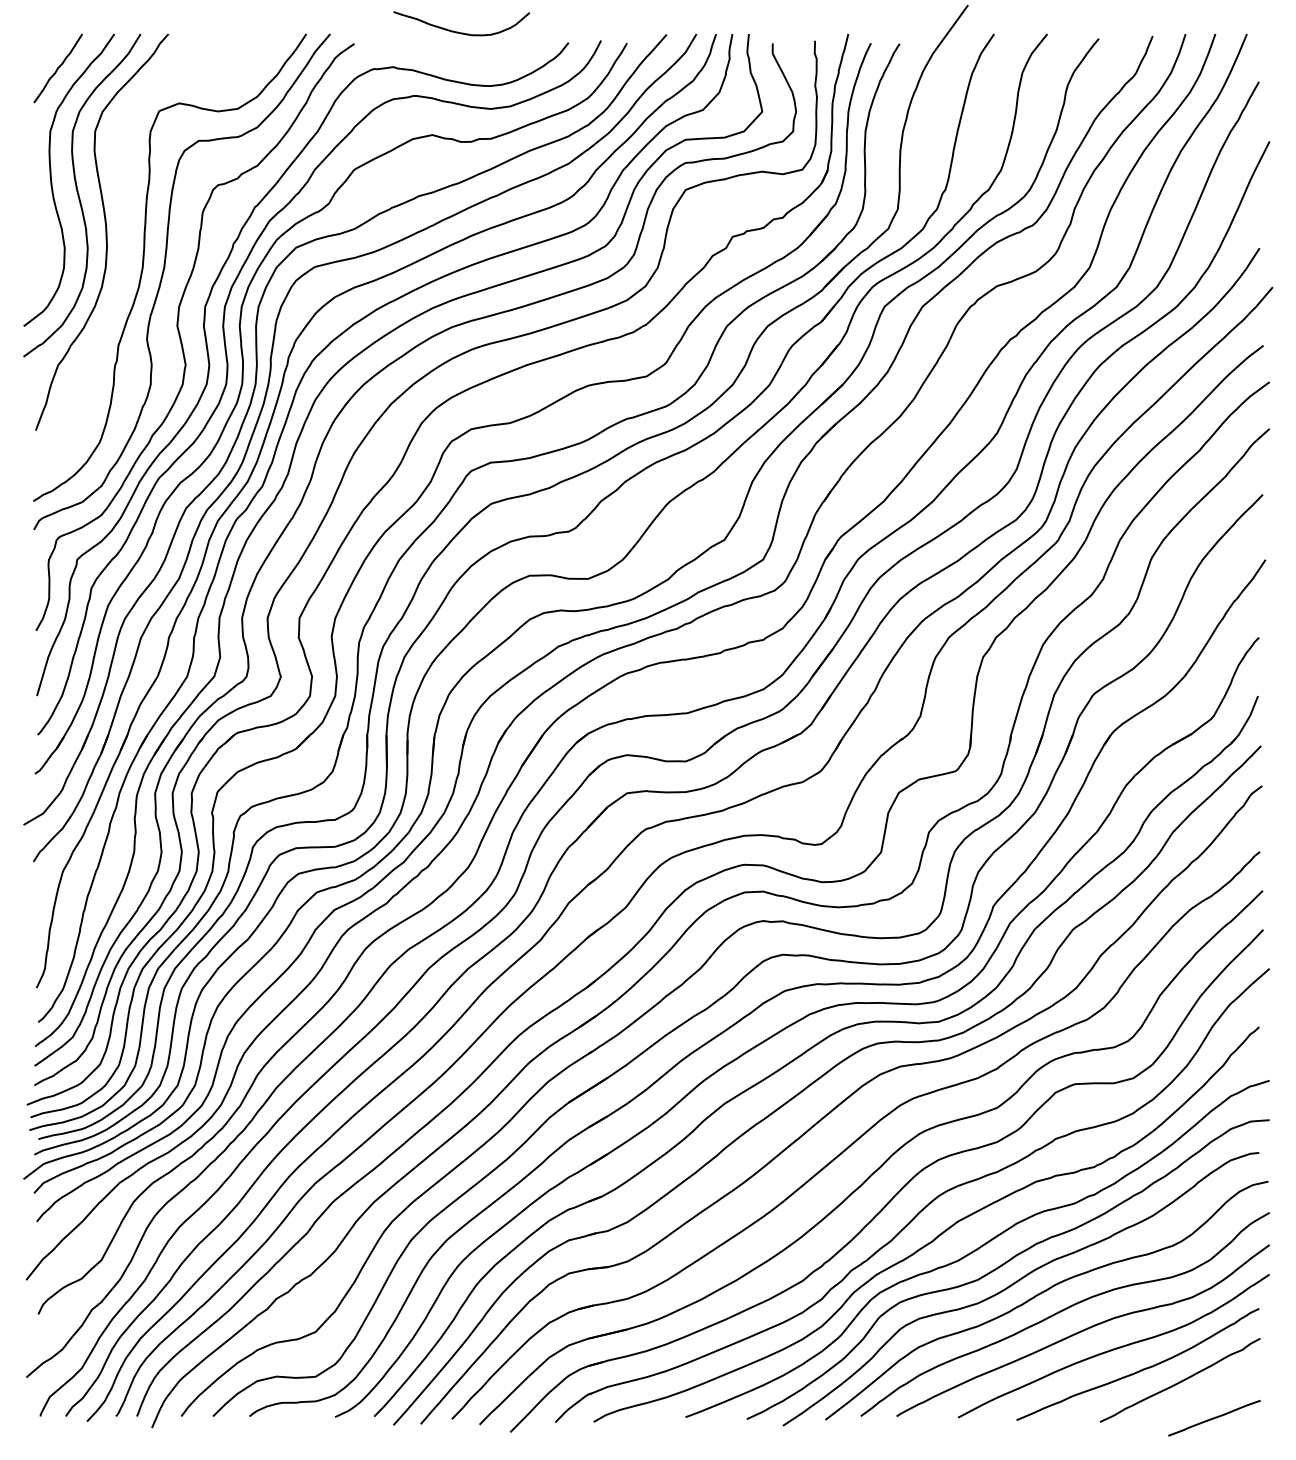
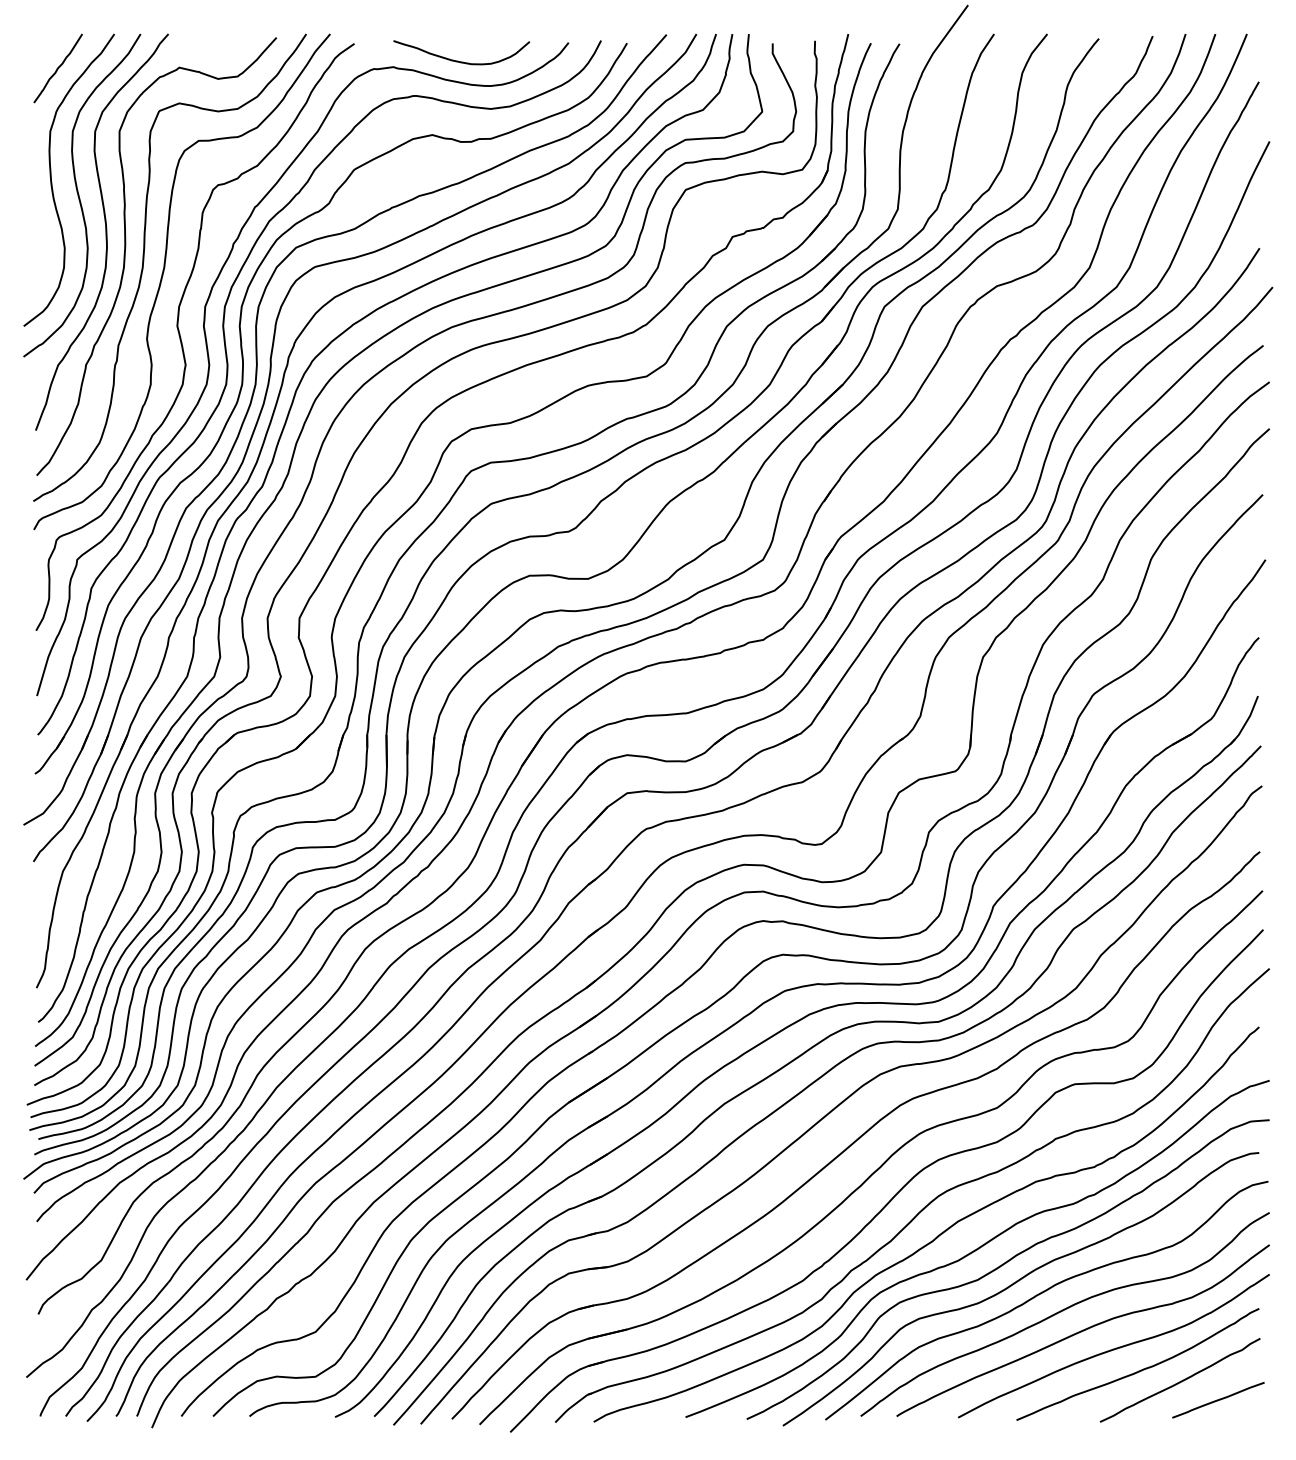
curve at (458, 31) position: (458, 31) -> (458, 60)
curve at (125, 256): none -> present
line at (1214, 1418) position: (1214, 1418) -> (1218, 1400)
